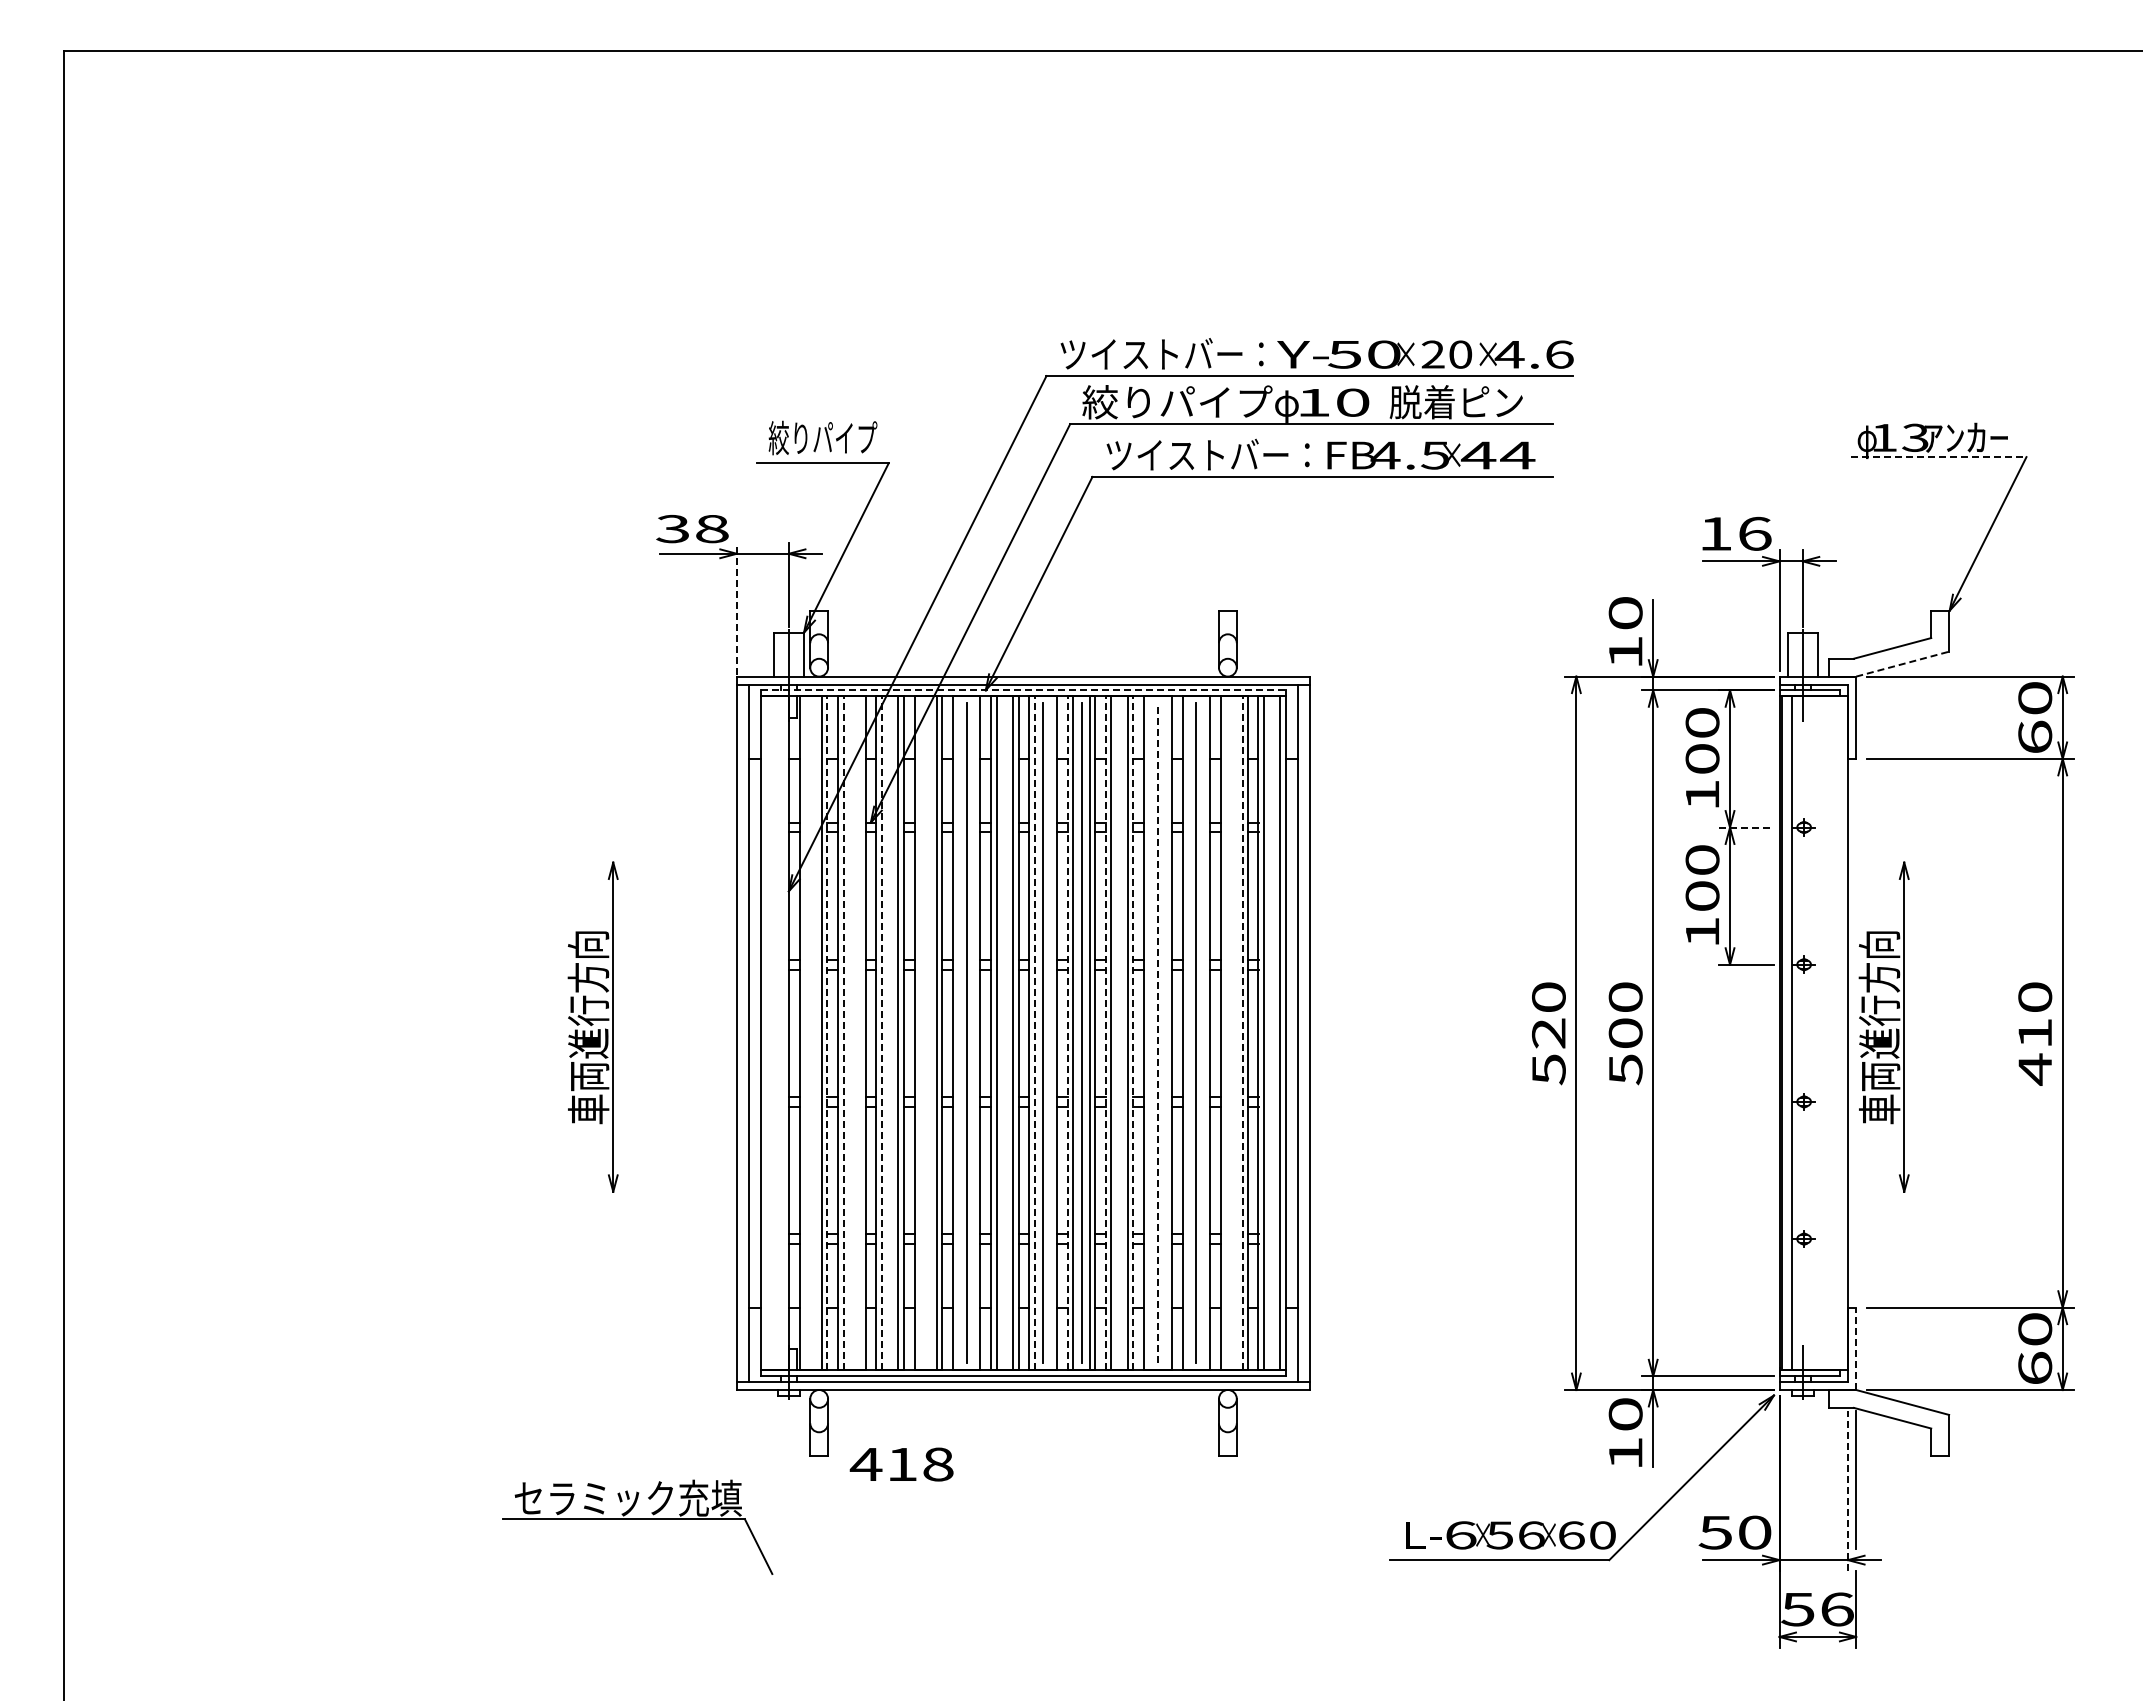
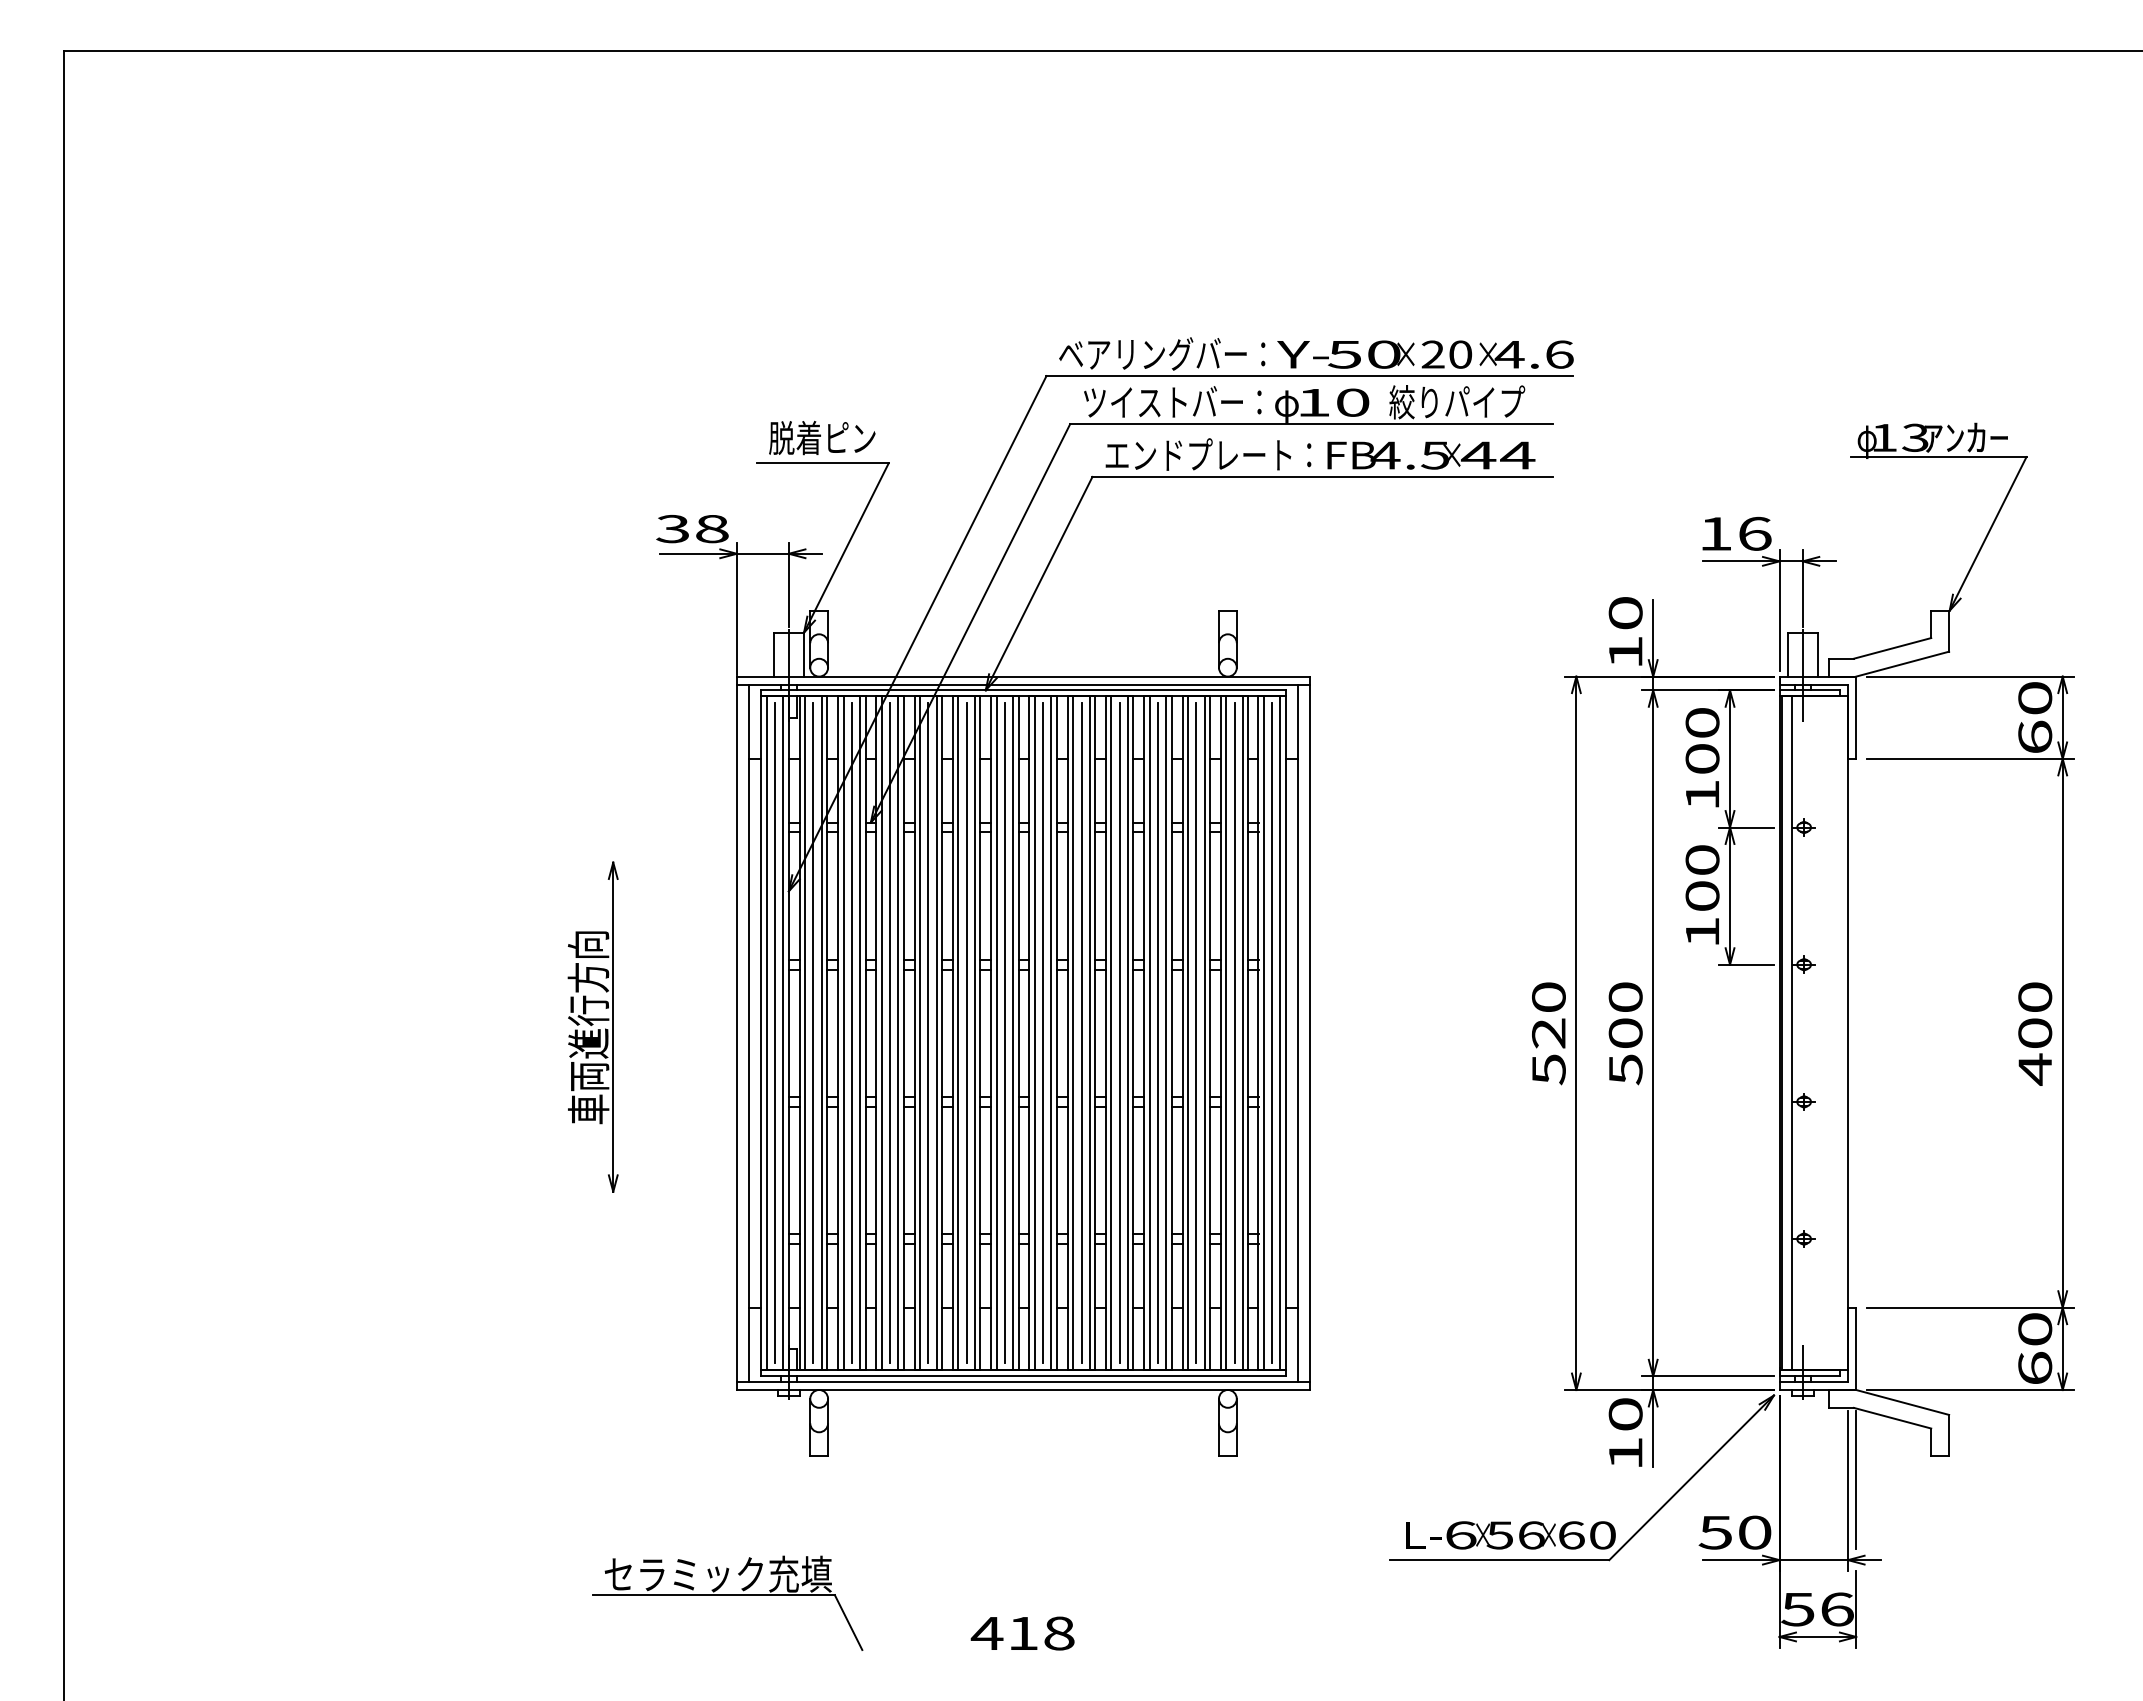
text at (1162, 353): ツイストバー： -> ベアリングバー：
text at (1177, 402): 絞りパイプ -> ツイストバー：
text at (1457, 402): 脱着ピン -> 絞りパイプ
text at (822, 437): 絞りパイプ -> 脱着ピン
text at (1208, 454): ツイストバー： -> エンドプレート：
line at (1938, 457): dashed -> solid
line at (736, 608): dashed -> solid
line at (1903, 664): dashed -> solid
line at (1024, 690): dashed -> solid
line at (1747, 827): dashed -> solid
part at (1883, 1026): present -> none
text at (2035, 1032): 410 -> 400
line at (766, 1033): none -> present
line at (775, 1033): none -> present
line at (783, 1033): none -> present
line at (805, 1033): none -> present
line at (813, 1033): none -> present
line at (827, 1033): dashed -> solid
line at (843, 1033): dashed -> solid
line at (851, 1033): none -> present
line at (860, 1033): none -> present
line at (881, 1033): dashed -> solid
line at (890, 1033): none -> present
line at (920, 1033): none -> present
line at (928, 1033): none -> present
line at (958, 1033): none -> present
line at (974, 1033): none -> present
line at (1004, 1033): none -> present
line at (1034, 1033): dashed -> solid
line at (1051, 1033): none -> present
line at (1067, 1033): dashed -> solid
line at (1105, 1033): dashed -> solid
line at (1119, 1033): none -> present
line at (1133, 1033): dashed -> solid
line at (1149, 1033): none -> present
line at (1158, 1033): dashed -> solid
line at (1166, 1033): none -> present
line at (1188, 1033): none -> present
line at (1204, 1033): none -> present
line at (1226, 1033): none -> present
line at (1234, 1033): none -> present
line at (1242, 1033): dashed -> solid
line at (1271, 1033): none -> present
line at (1856, 1348): dashed -> solid
text at (901, 1464) position: (901, 1464) -> (1022, 1633)
line at (1848, 1490): dashed -> solid
part at (637, 1519) position: (637, 1519) -> (727, 1595)
